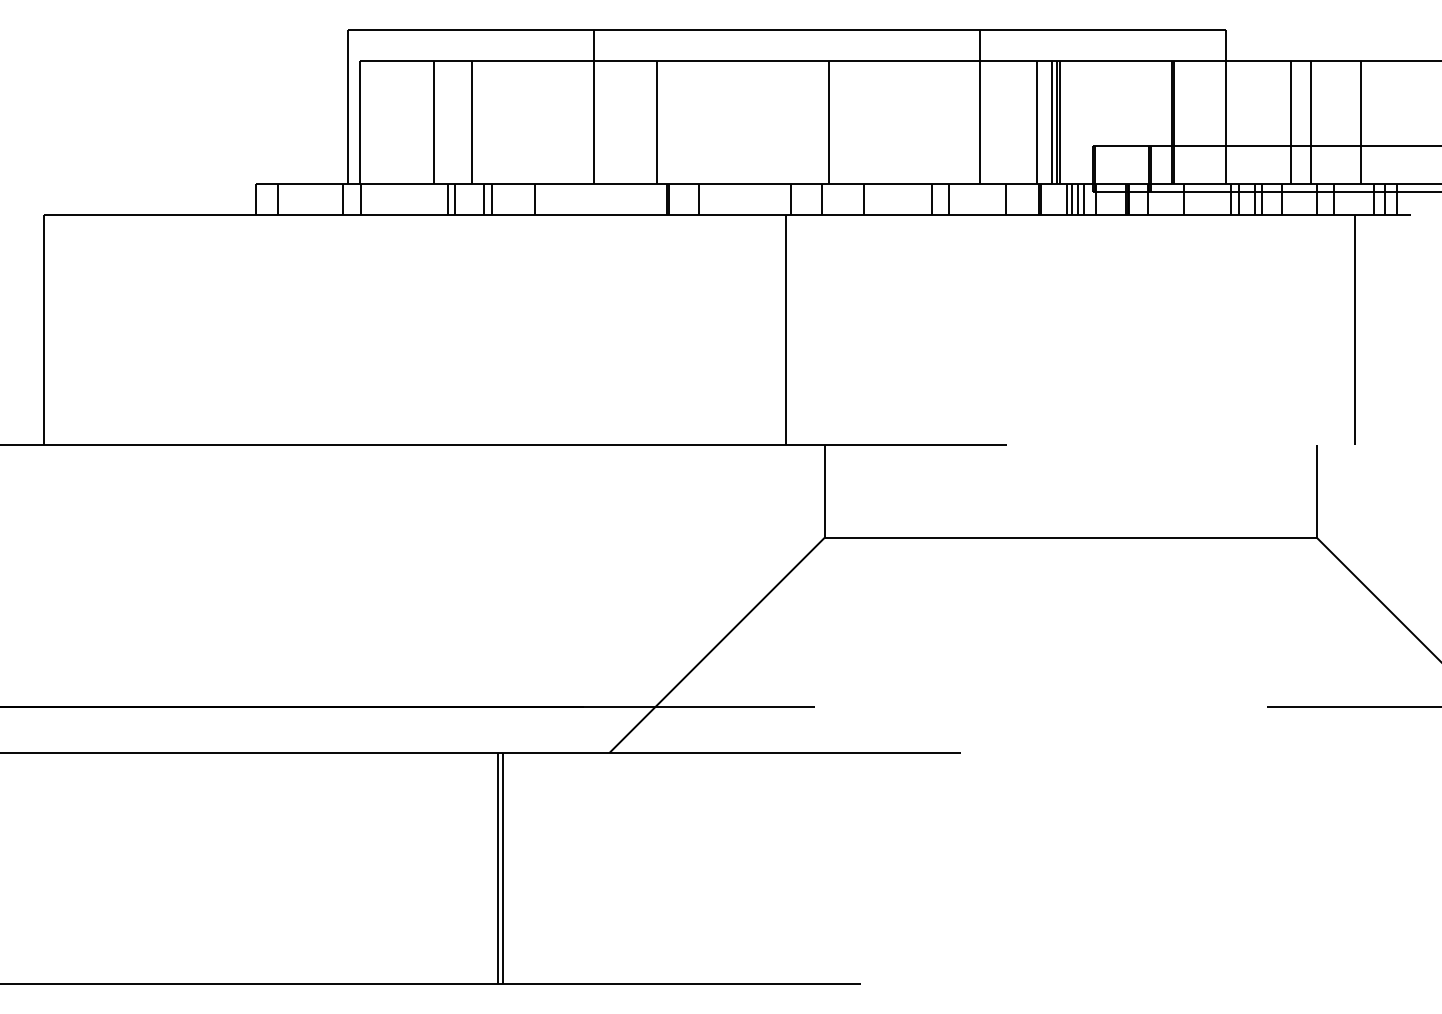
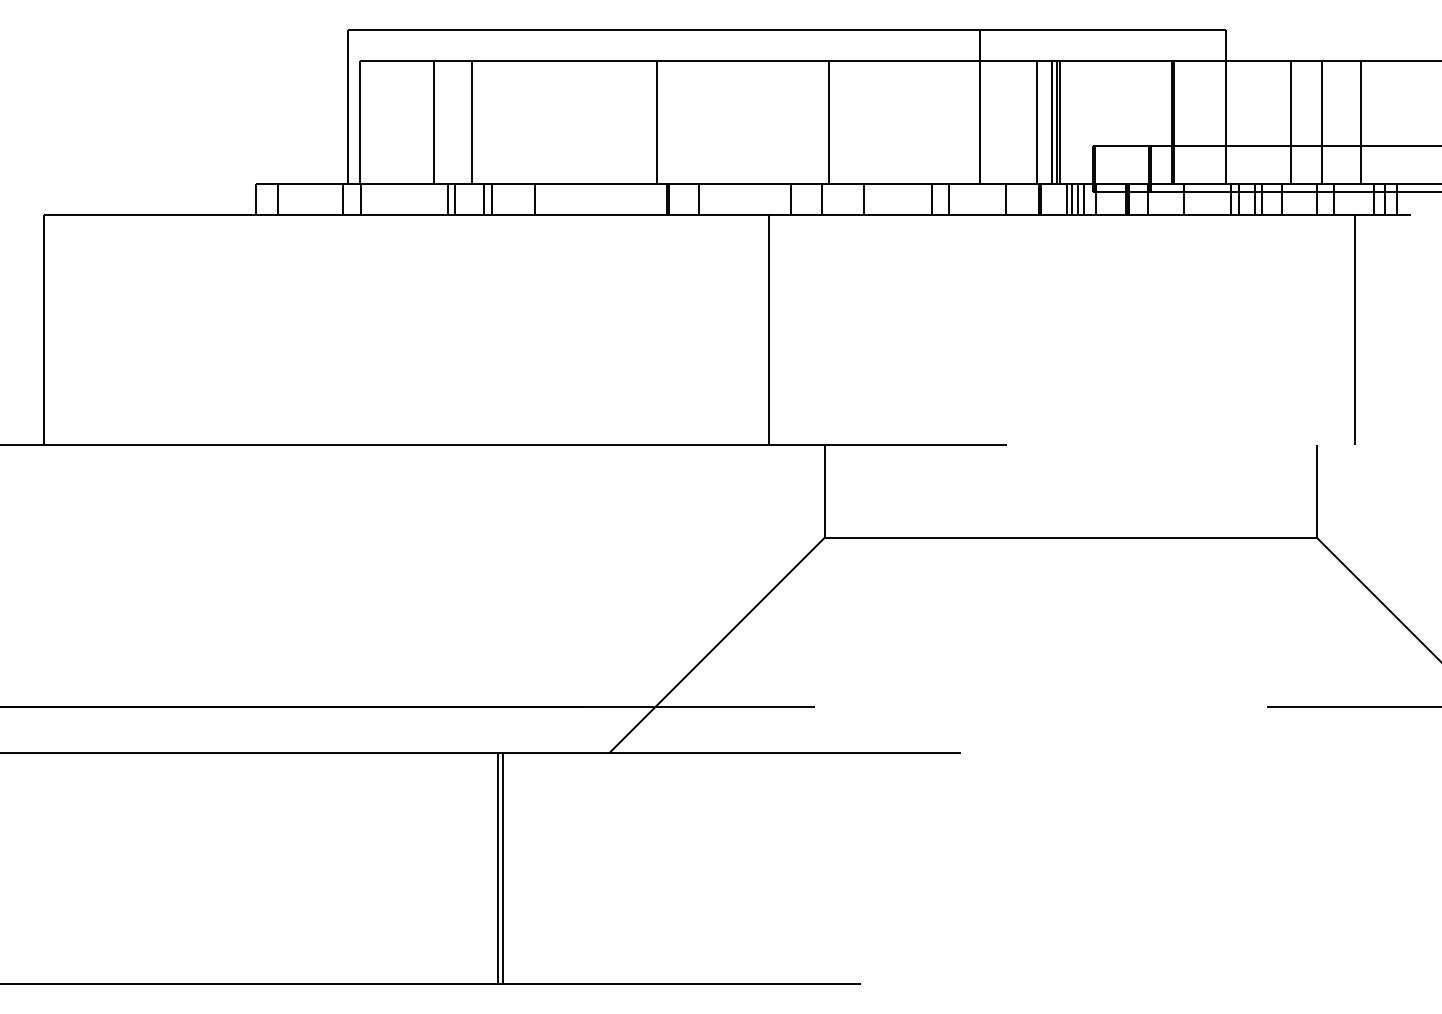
line at (593, 106): present -> none
line at (1310, 122) position: (1310, 122) -> (1321, 122)
line at (786, 329) position: (786, 329) -> (769, 329)
